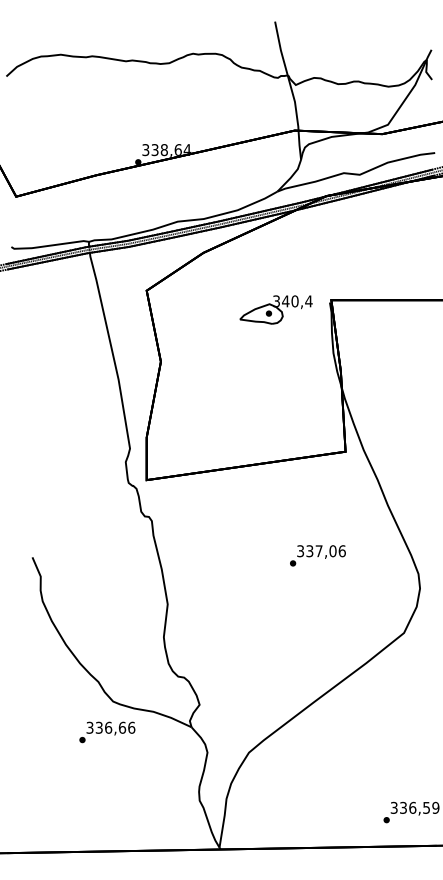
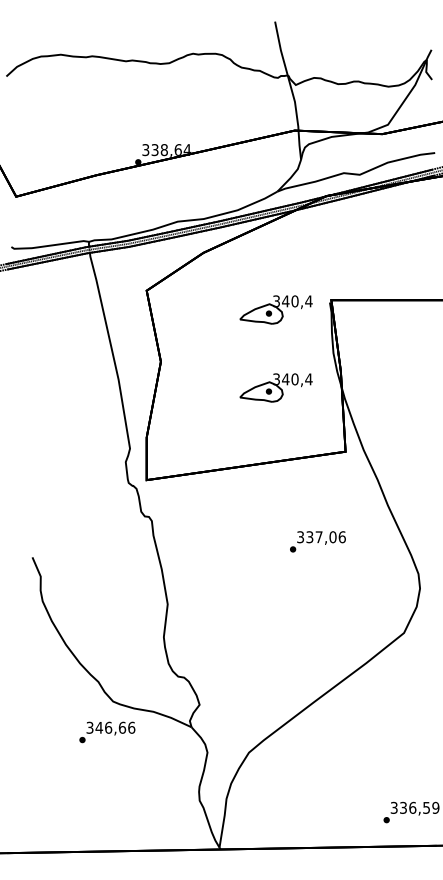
part at (275, 387): none -> present
text at (317, 555) position: (317, 555) -> (317, 541)
text at (99, 727): 336,66 -> 346,66
